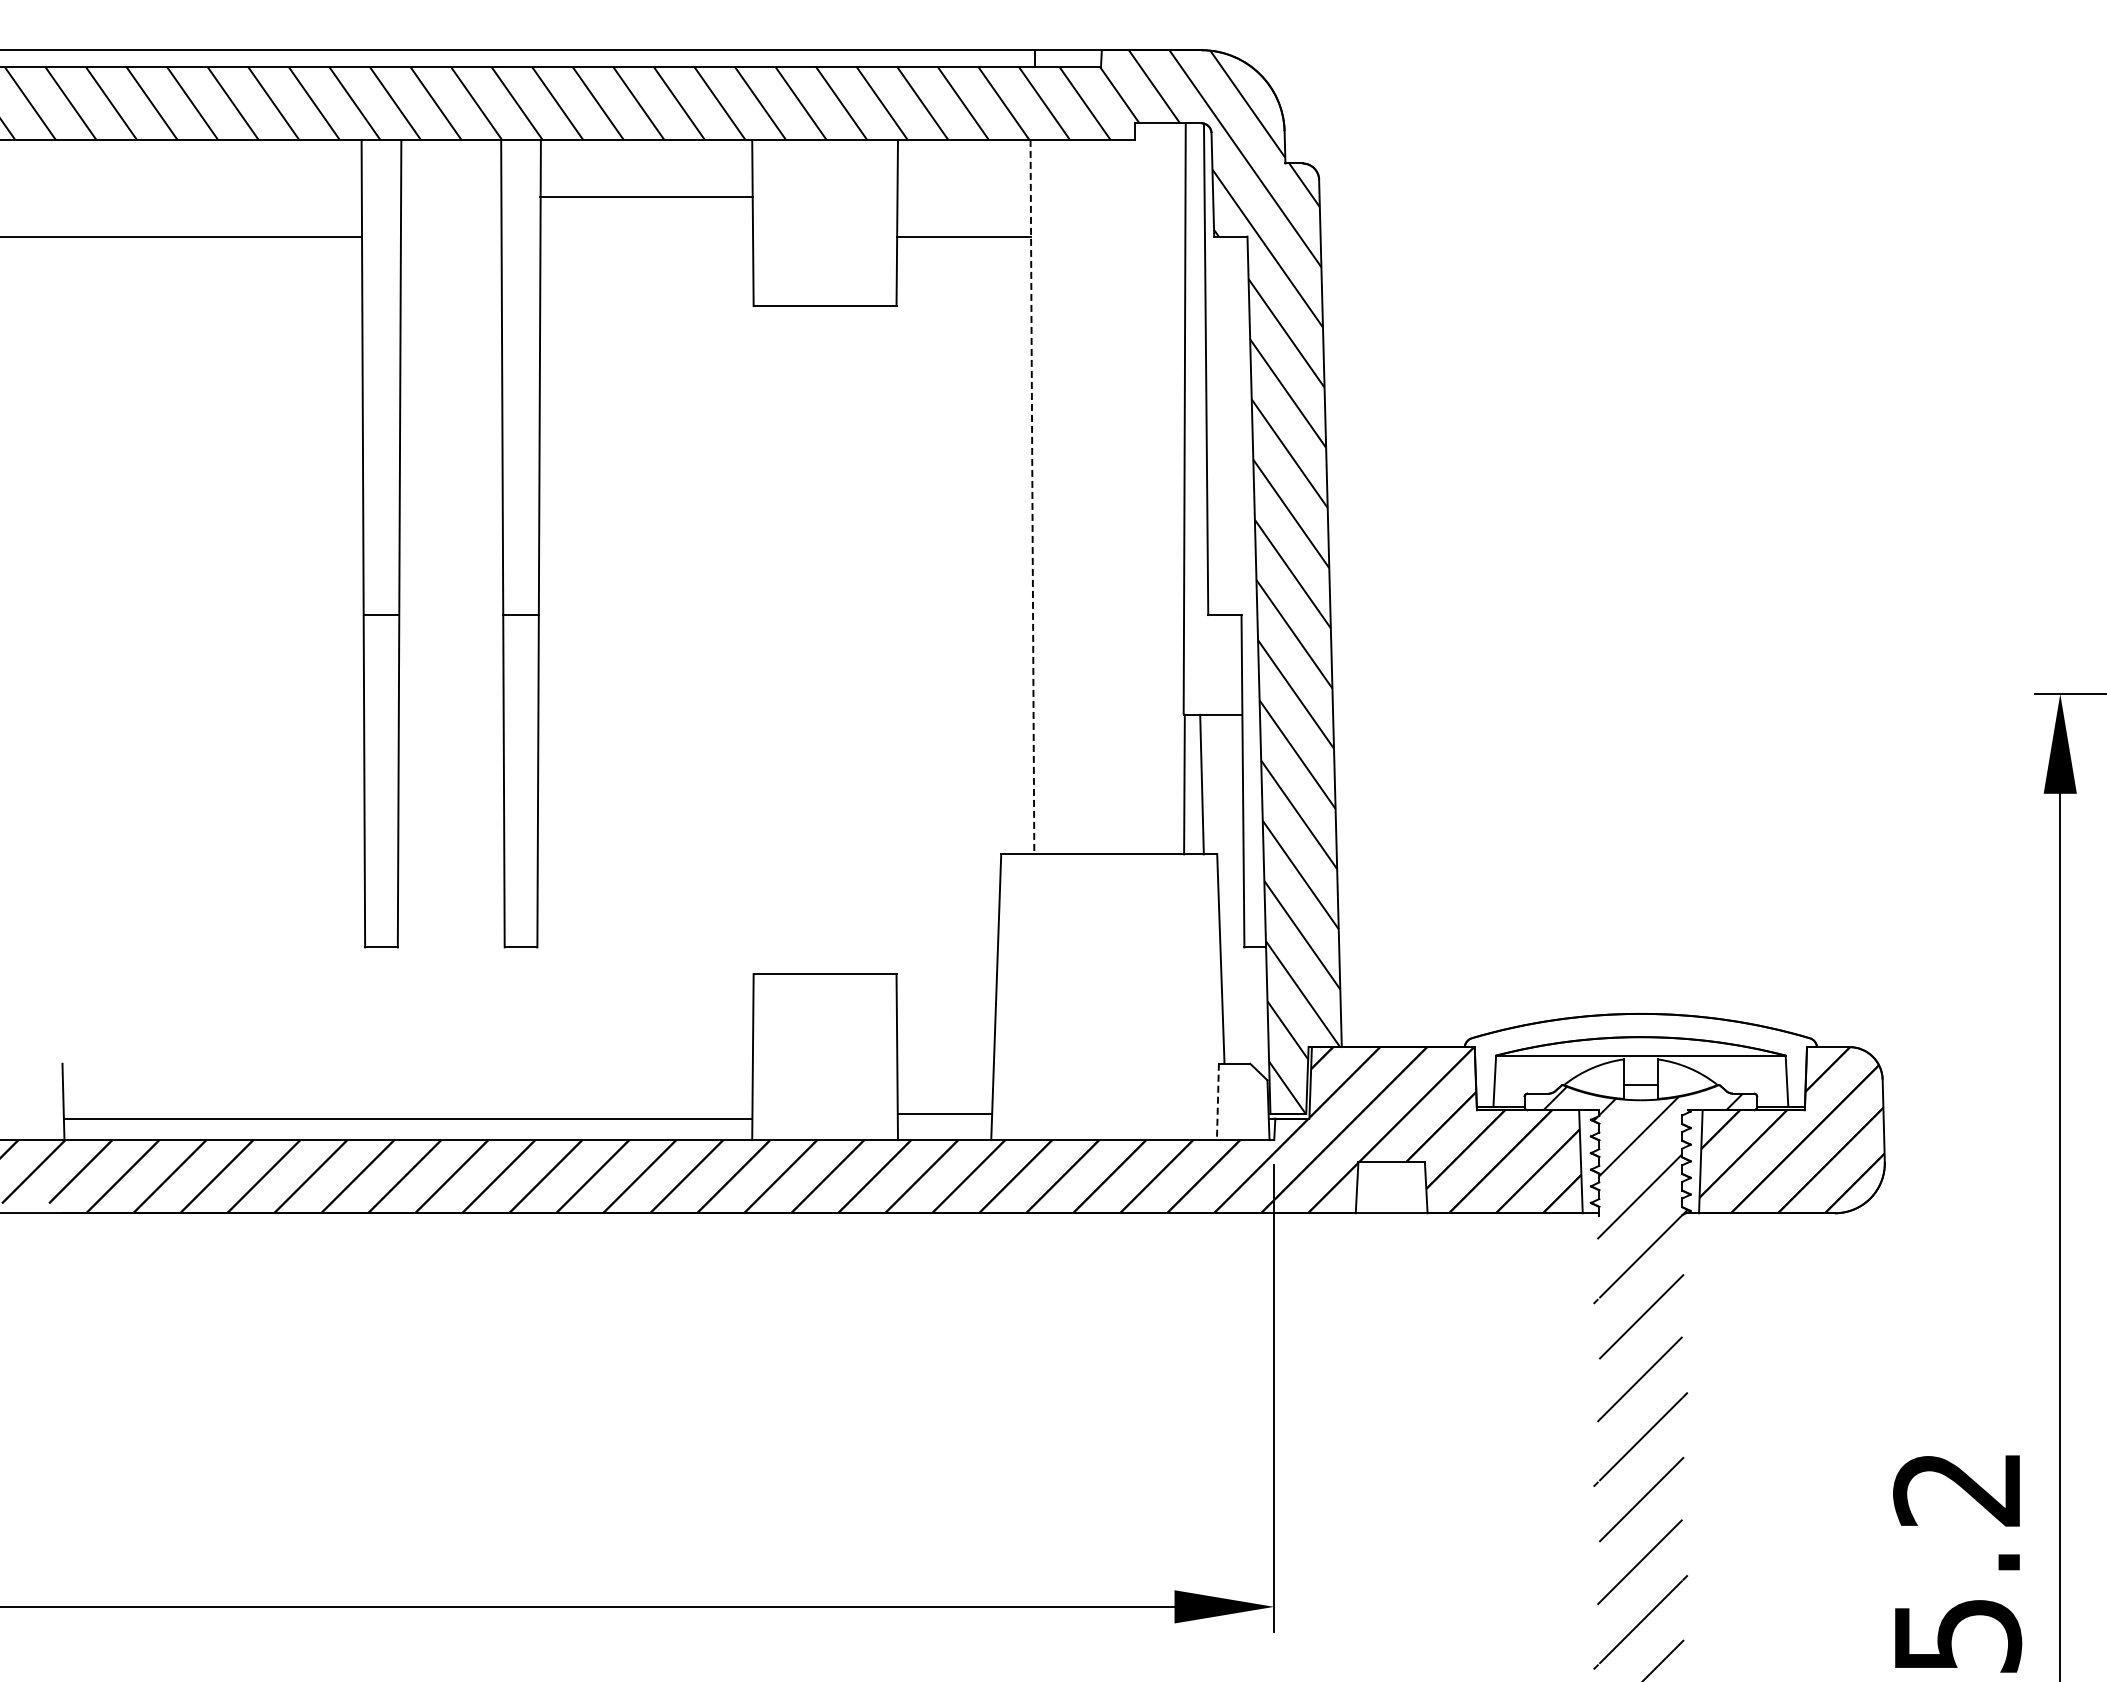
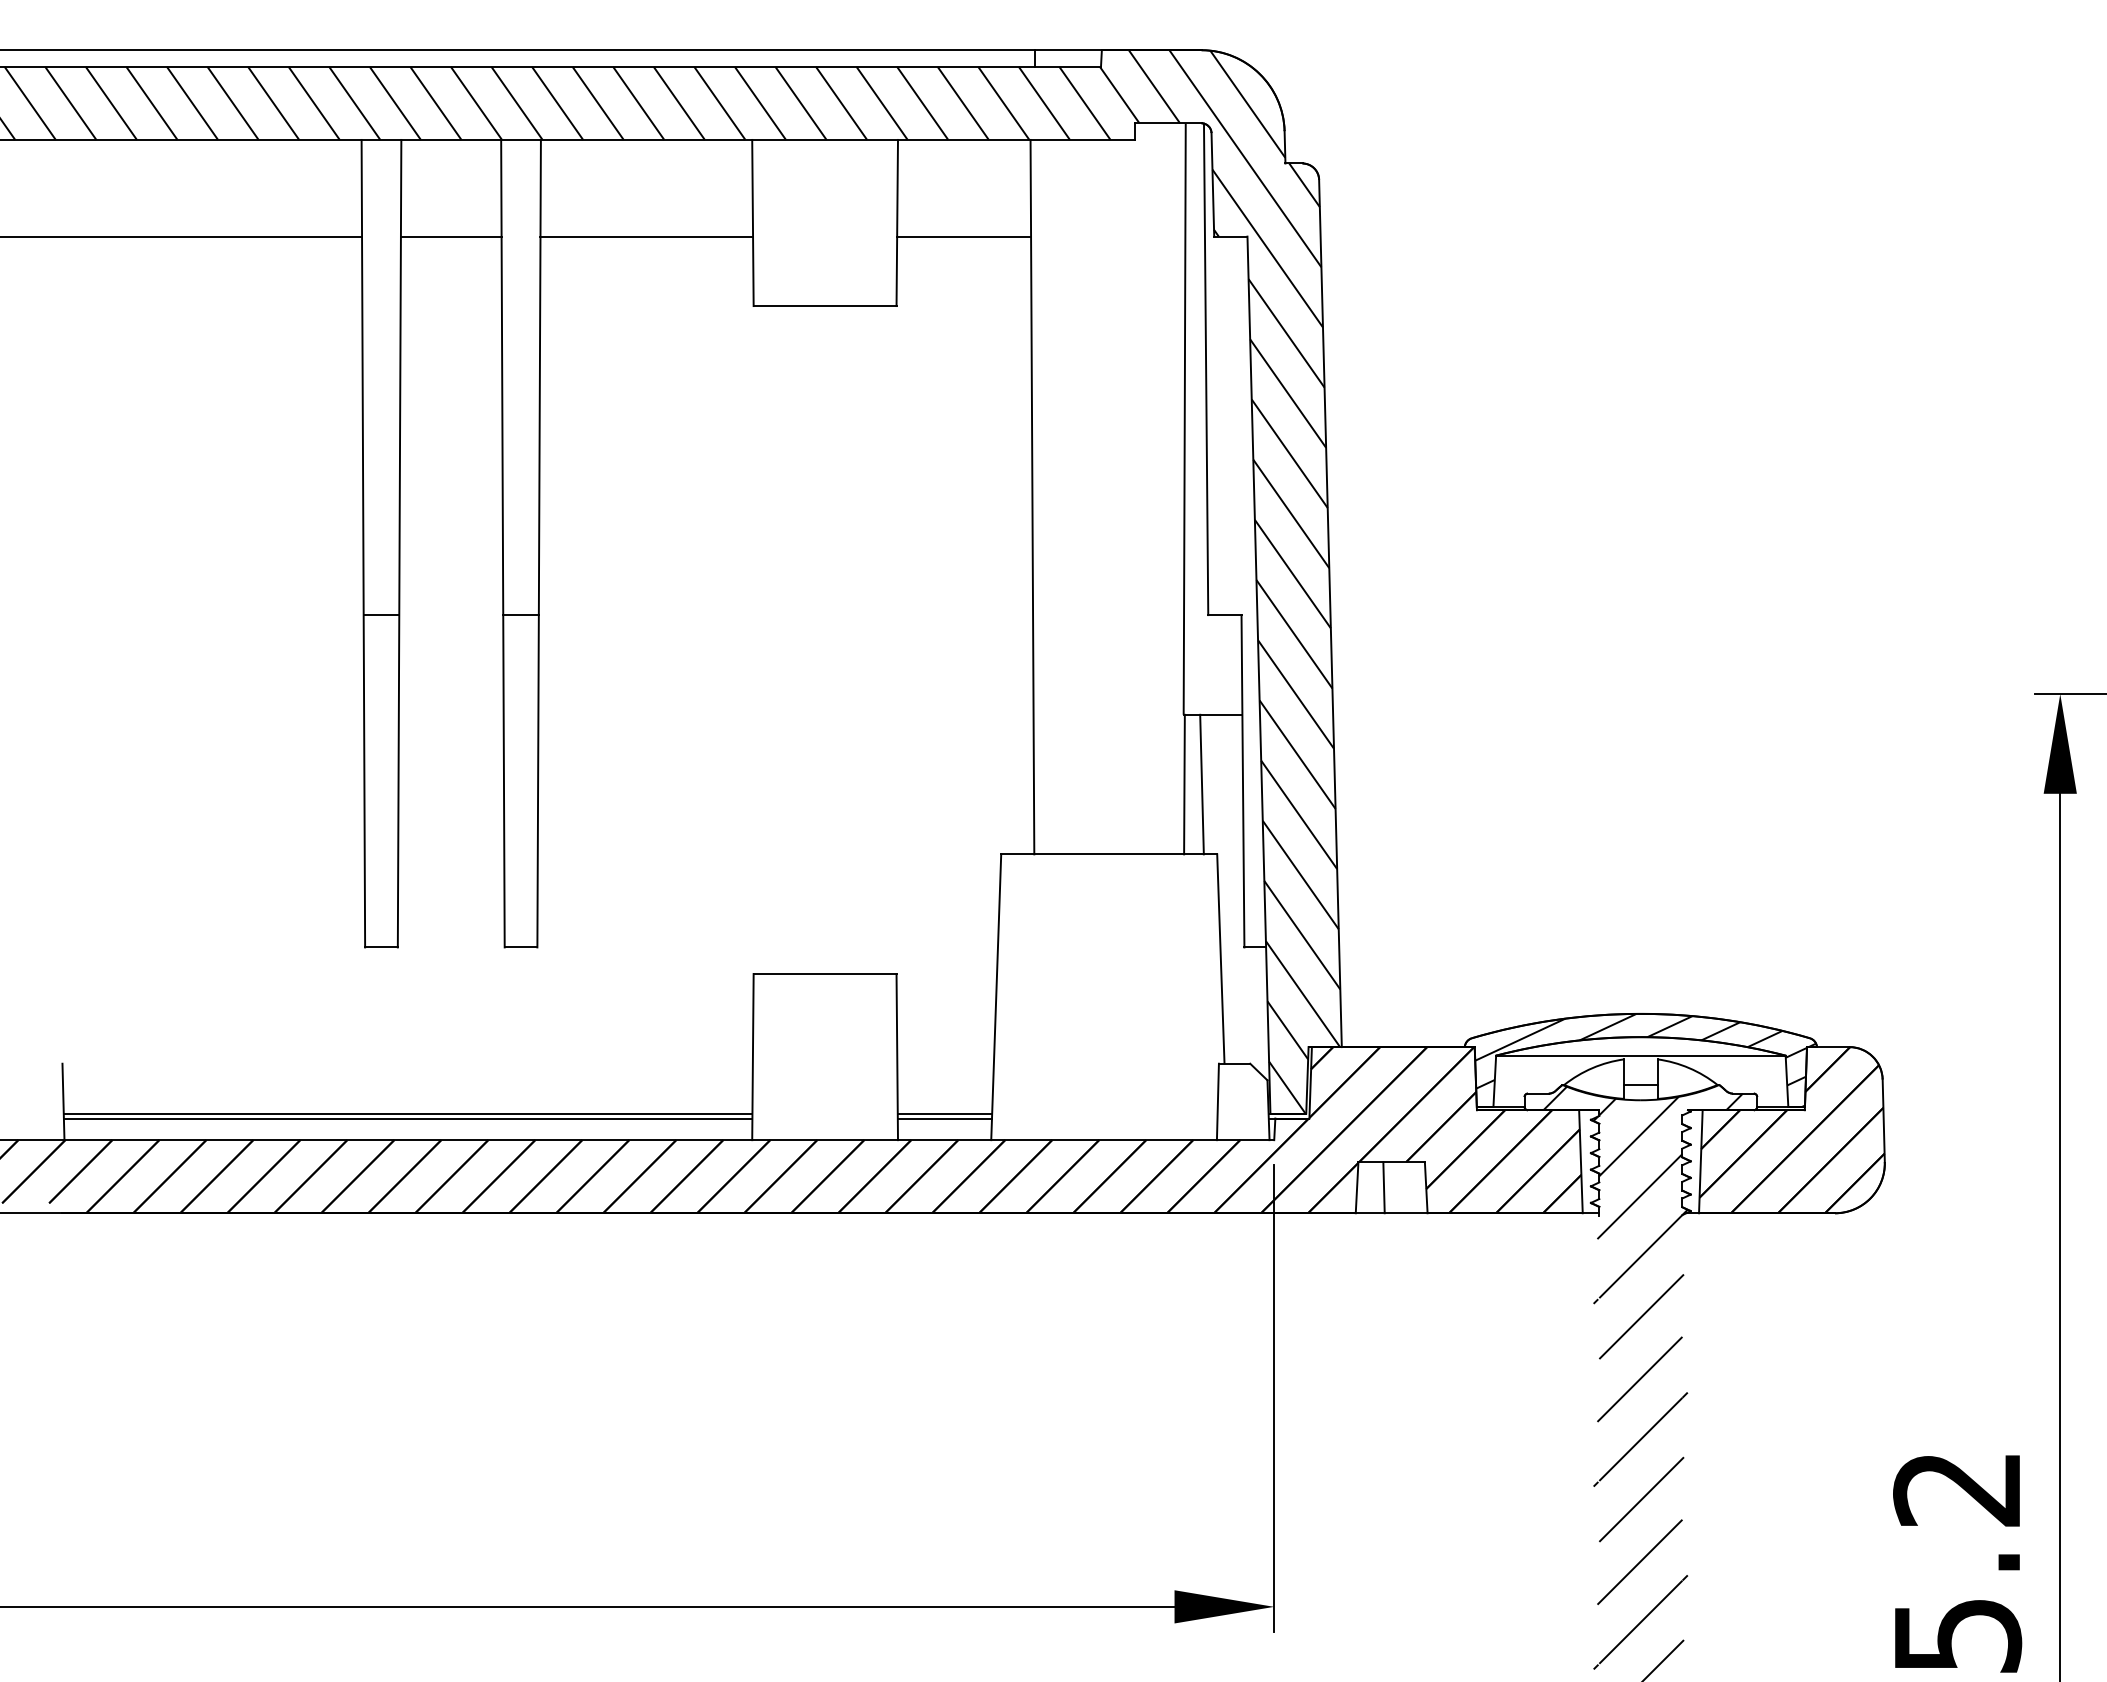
line at (646, 196) position: (646, 196) -> (646, 236)
line at (450, 236): none -> present
line at (1032, 497): dashed -> solid
hatch at (1645, 1059): none -> present
line at (1217, 1102): dashed -> solid
line at (407, 1113): none -> present
line at (944, 1118): none -> present
line at (1383, 1187): none -> present
